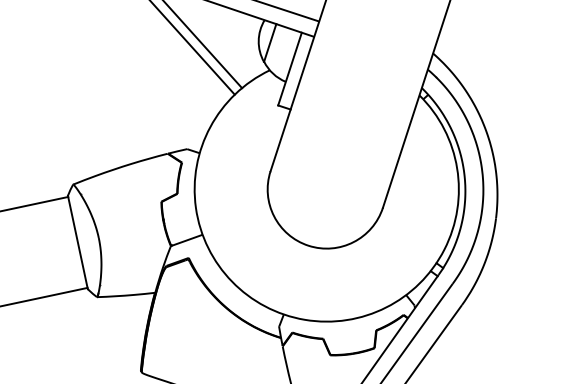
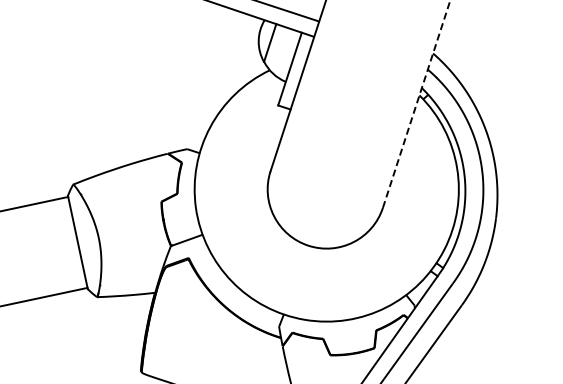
line at (203, 45): present -> none
line at (192, 48): present -> none
line at (416, 104): solid -> dashed
